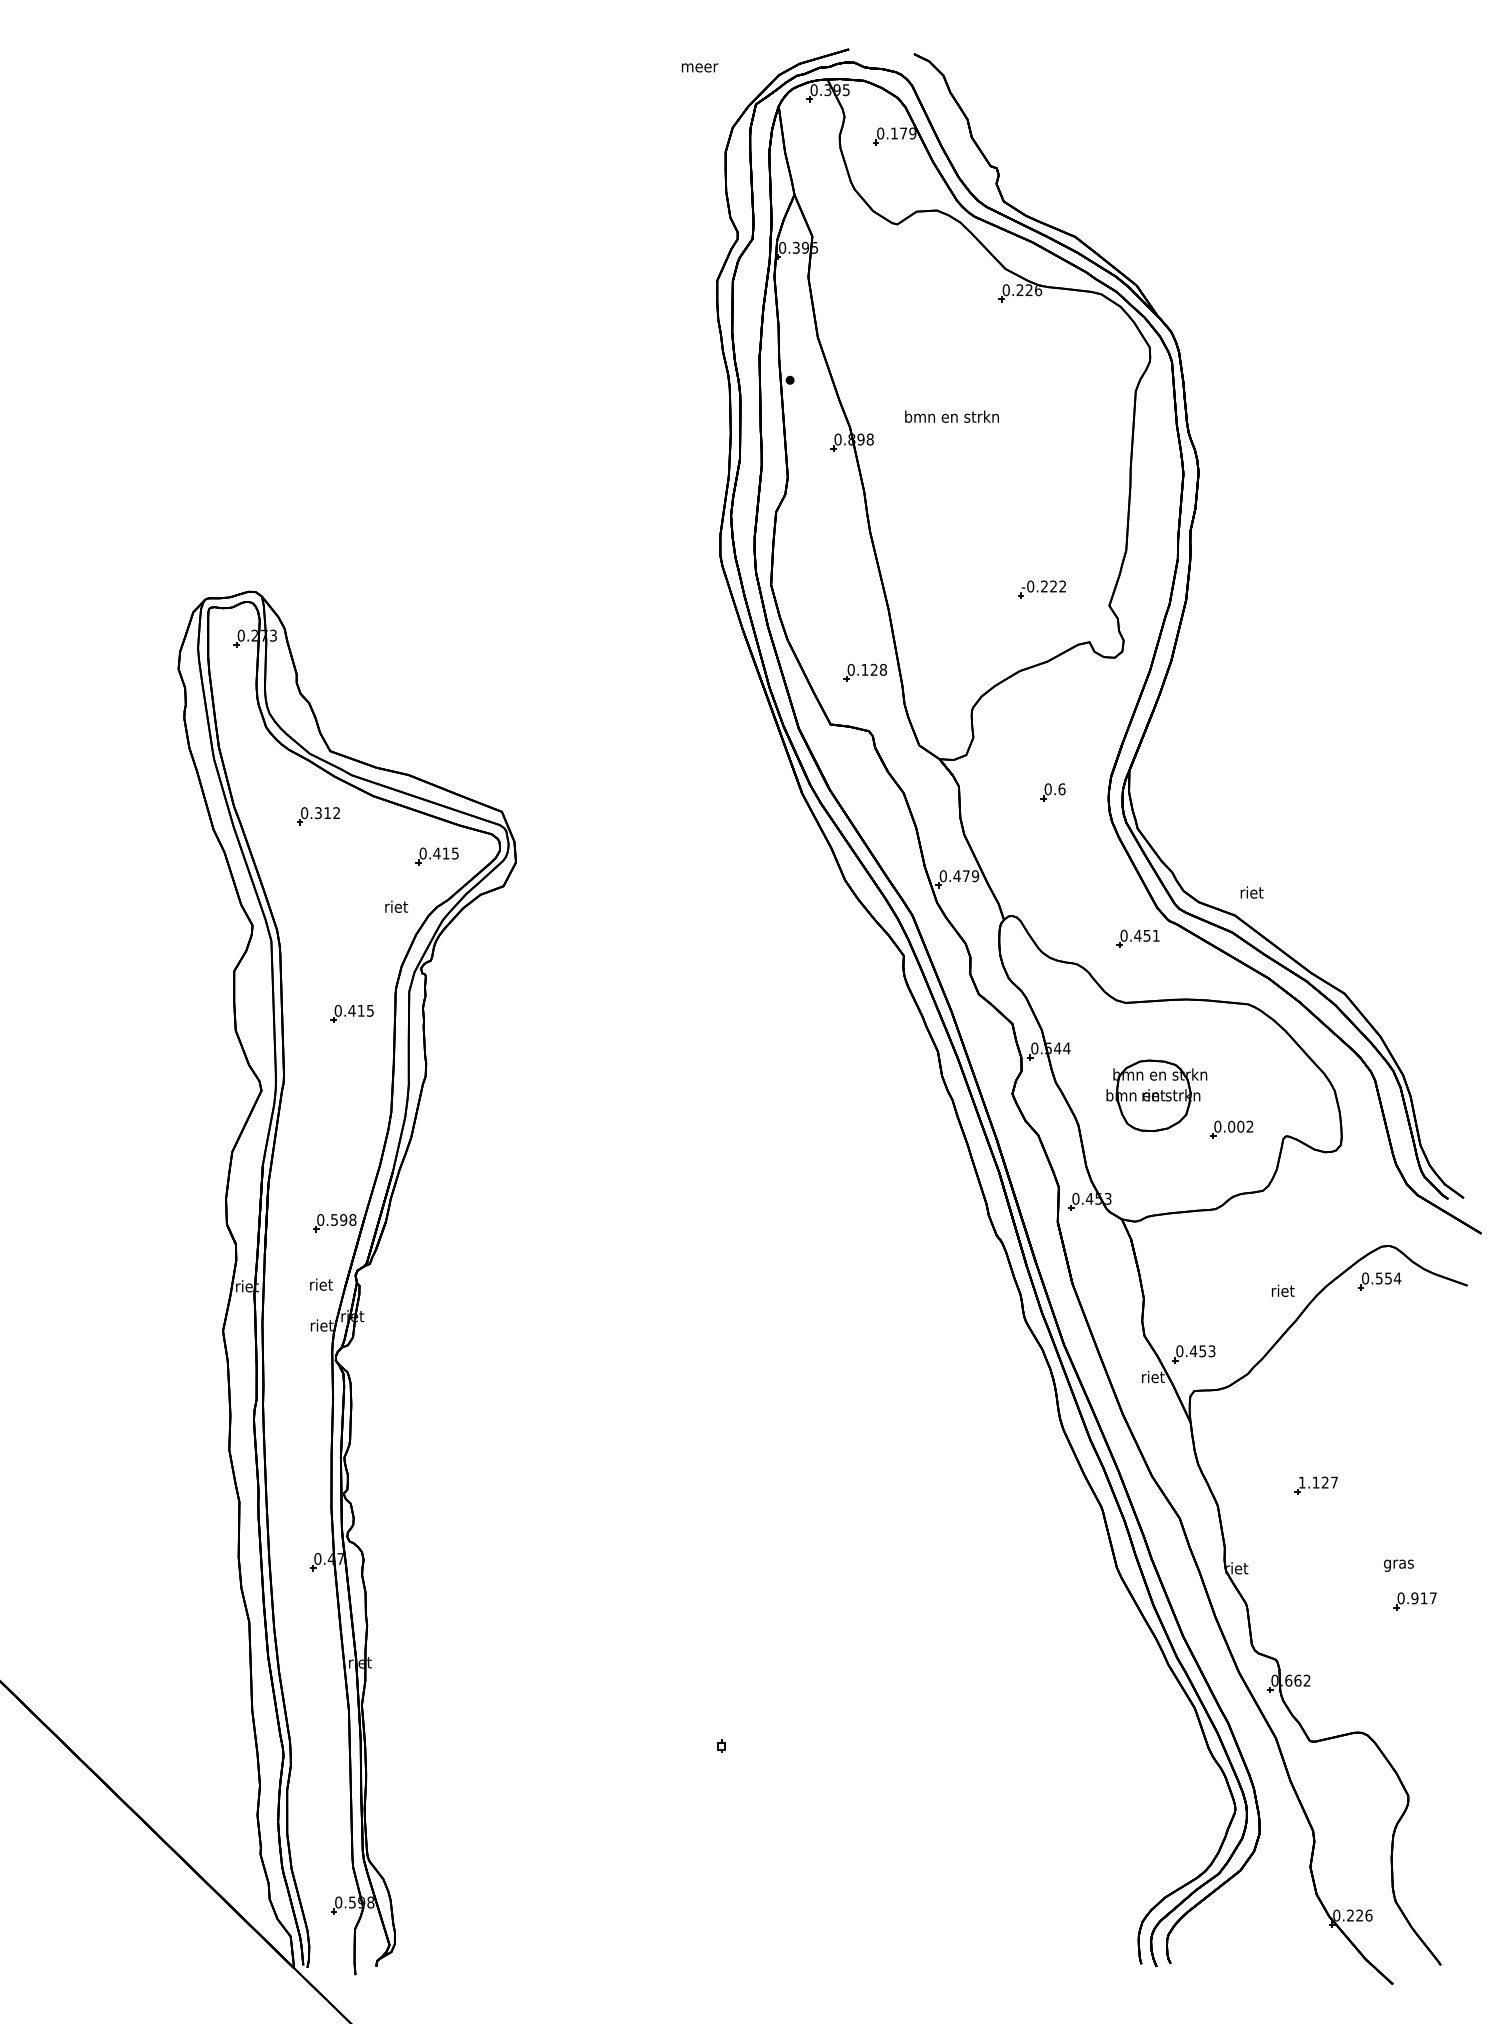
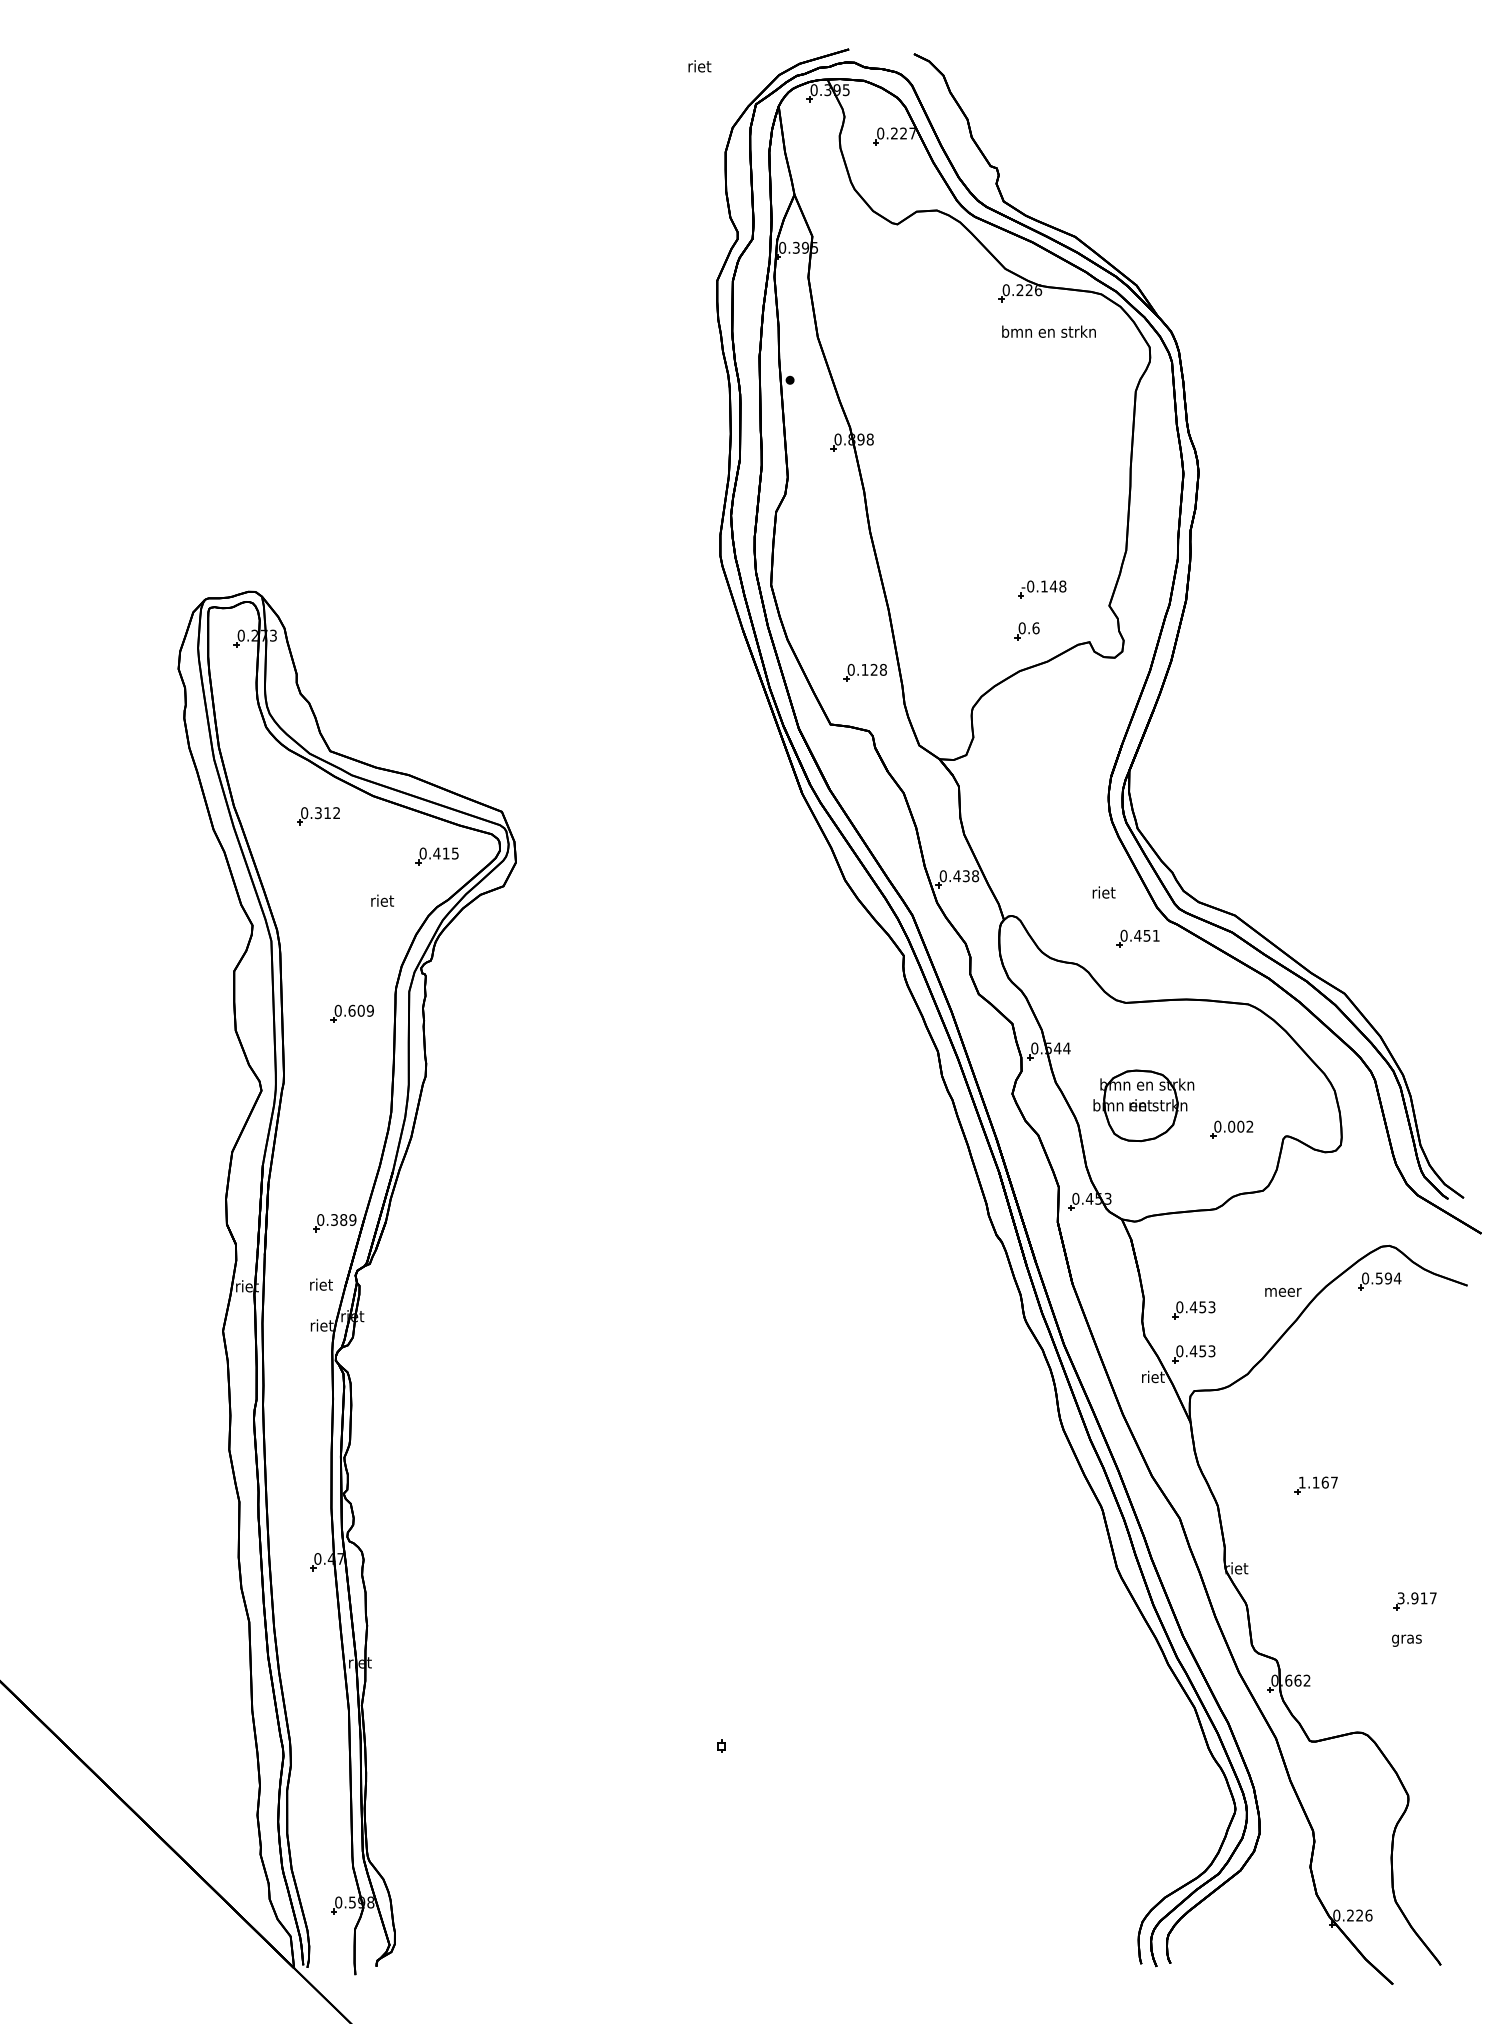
text at (699, 66): meer -> riet
text at (903, 133): 0.179 -> 0.227
text at (951, 416) position: (951, 416) -> (1048, 331)
text at (1053, 586): -0.222 -> -0.148
part at (1052, 792) position: (1052, 792) -> (1026, 631)
text at (970, 876): 0.479 -> 0.438
text at (1251, 892) position: (1251, 892) -> (1103, 892)
text at (396, 906) position: (396, 906) -> (382, 900)
text at (360, 1010): 0.415 -> 0.609
part at (1156, 1095) position: (1156, 1095) -> (1143, 1105)
text at (343, 1219): 0.598 -> 0.389
text at (1388, 1278): 0.554 -> 0.594
text at (1283, 1290): riet -> meer
part at (1193, 1310): none -> present
text at (1324, 1482): 1.127 -> 1.167
text at (1398, 1565) position: (1398, 1565) -> (1406, 1640)
text at (1400, 1598): 0.917 -> 3.917
